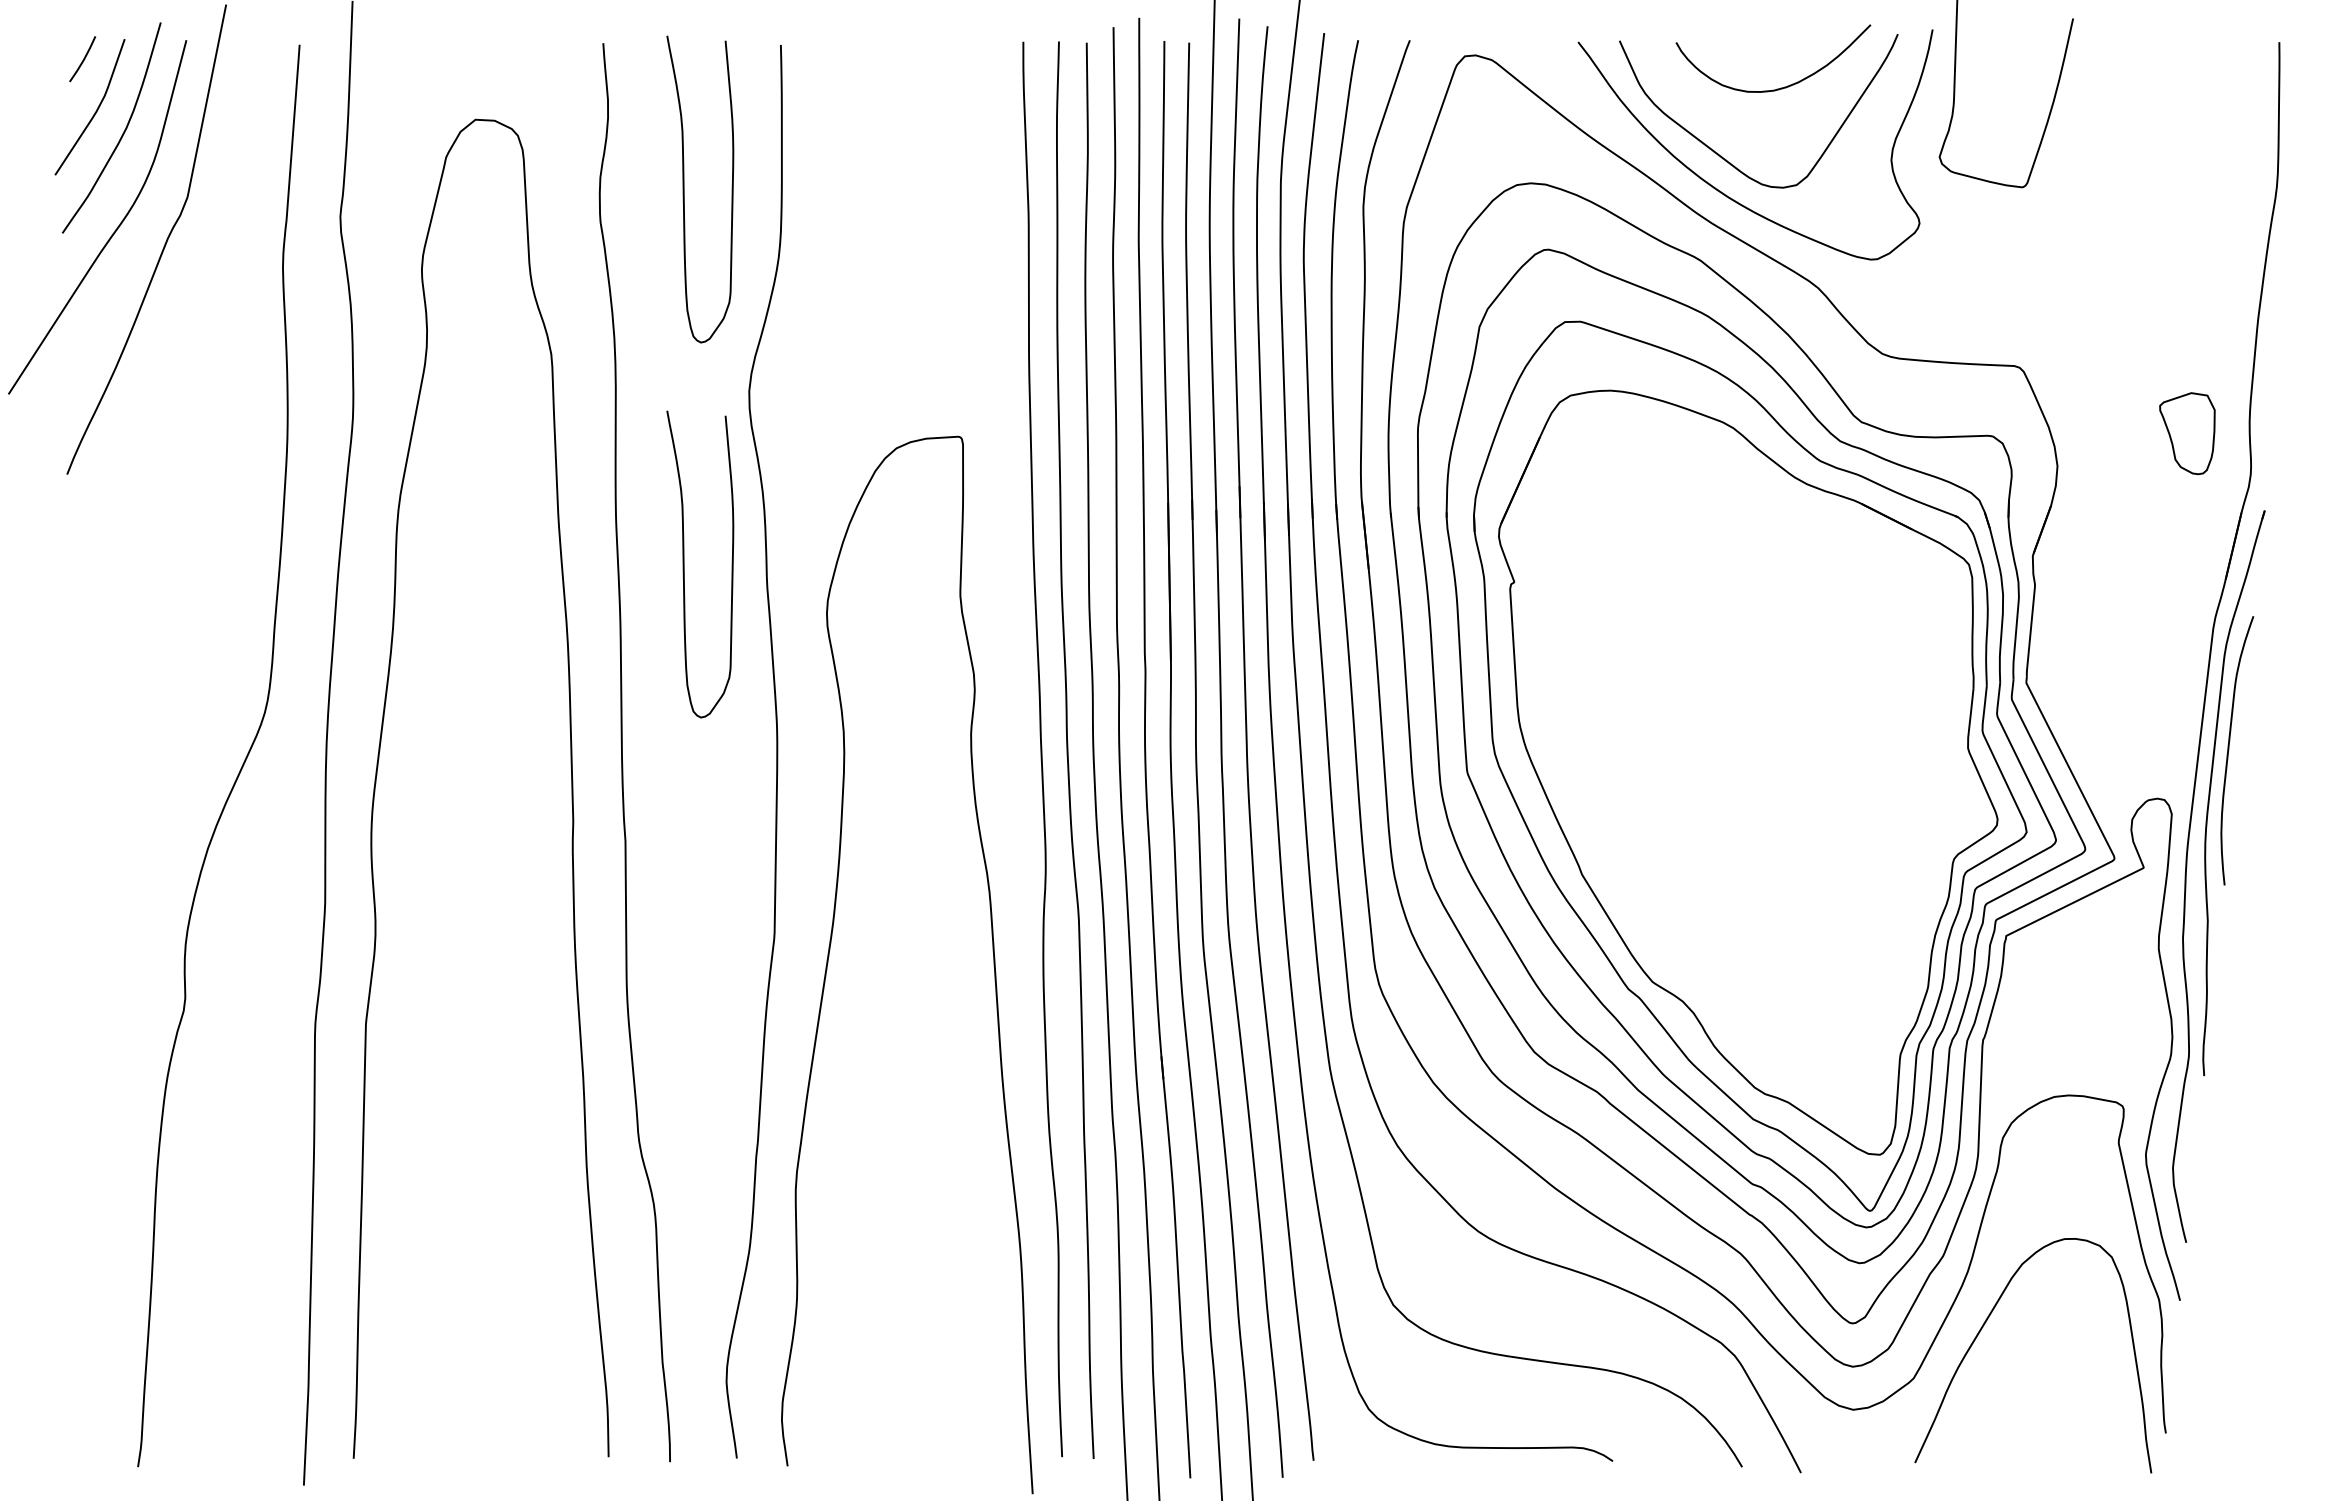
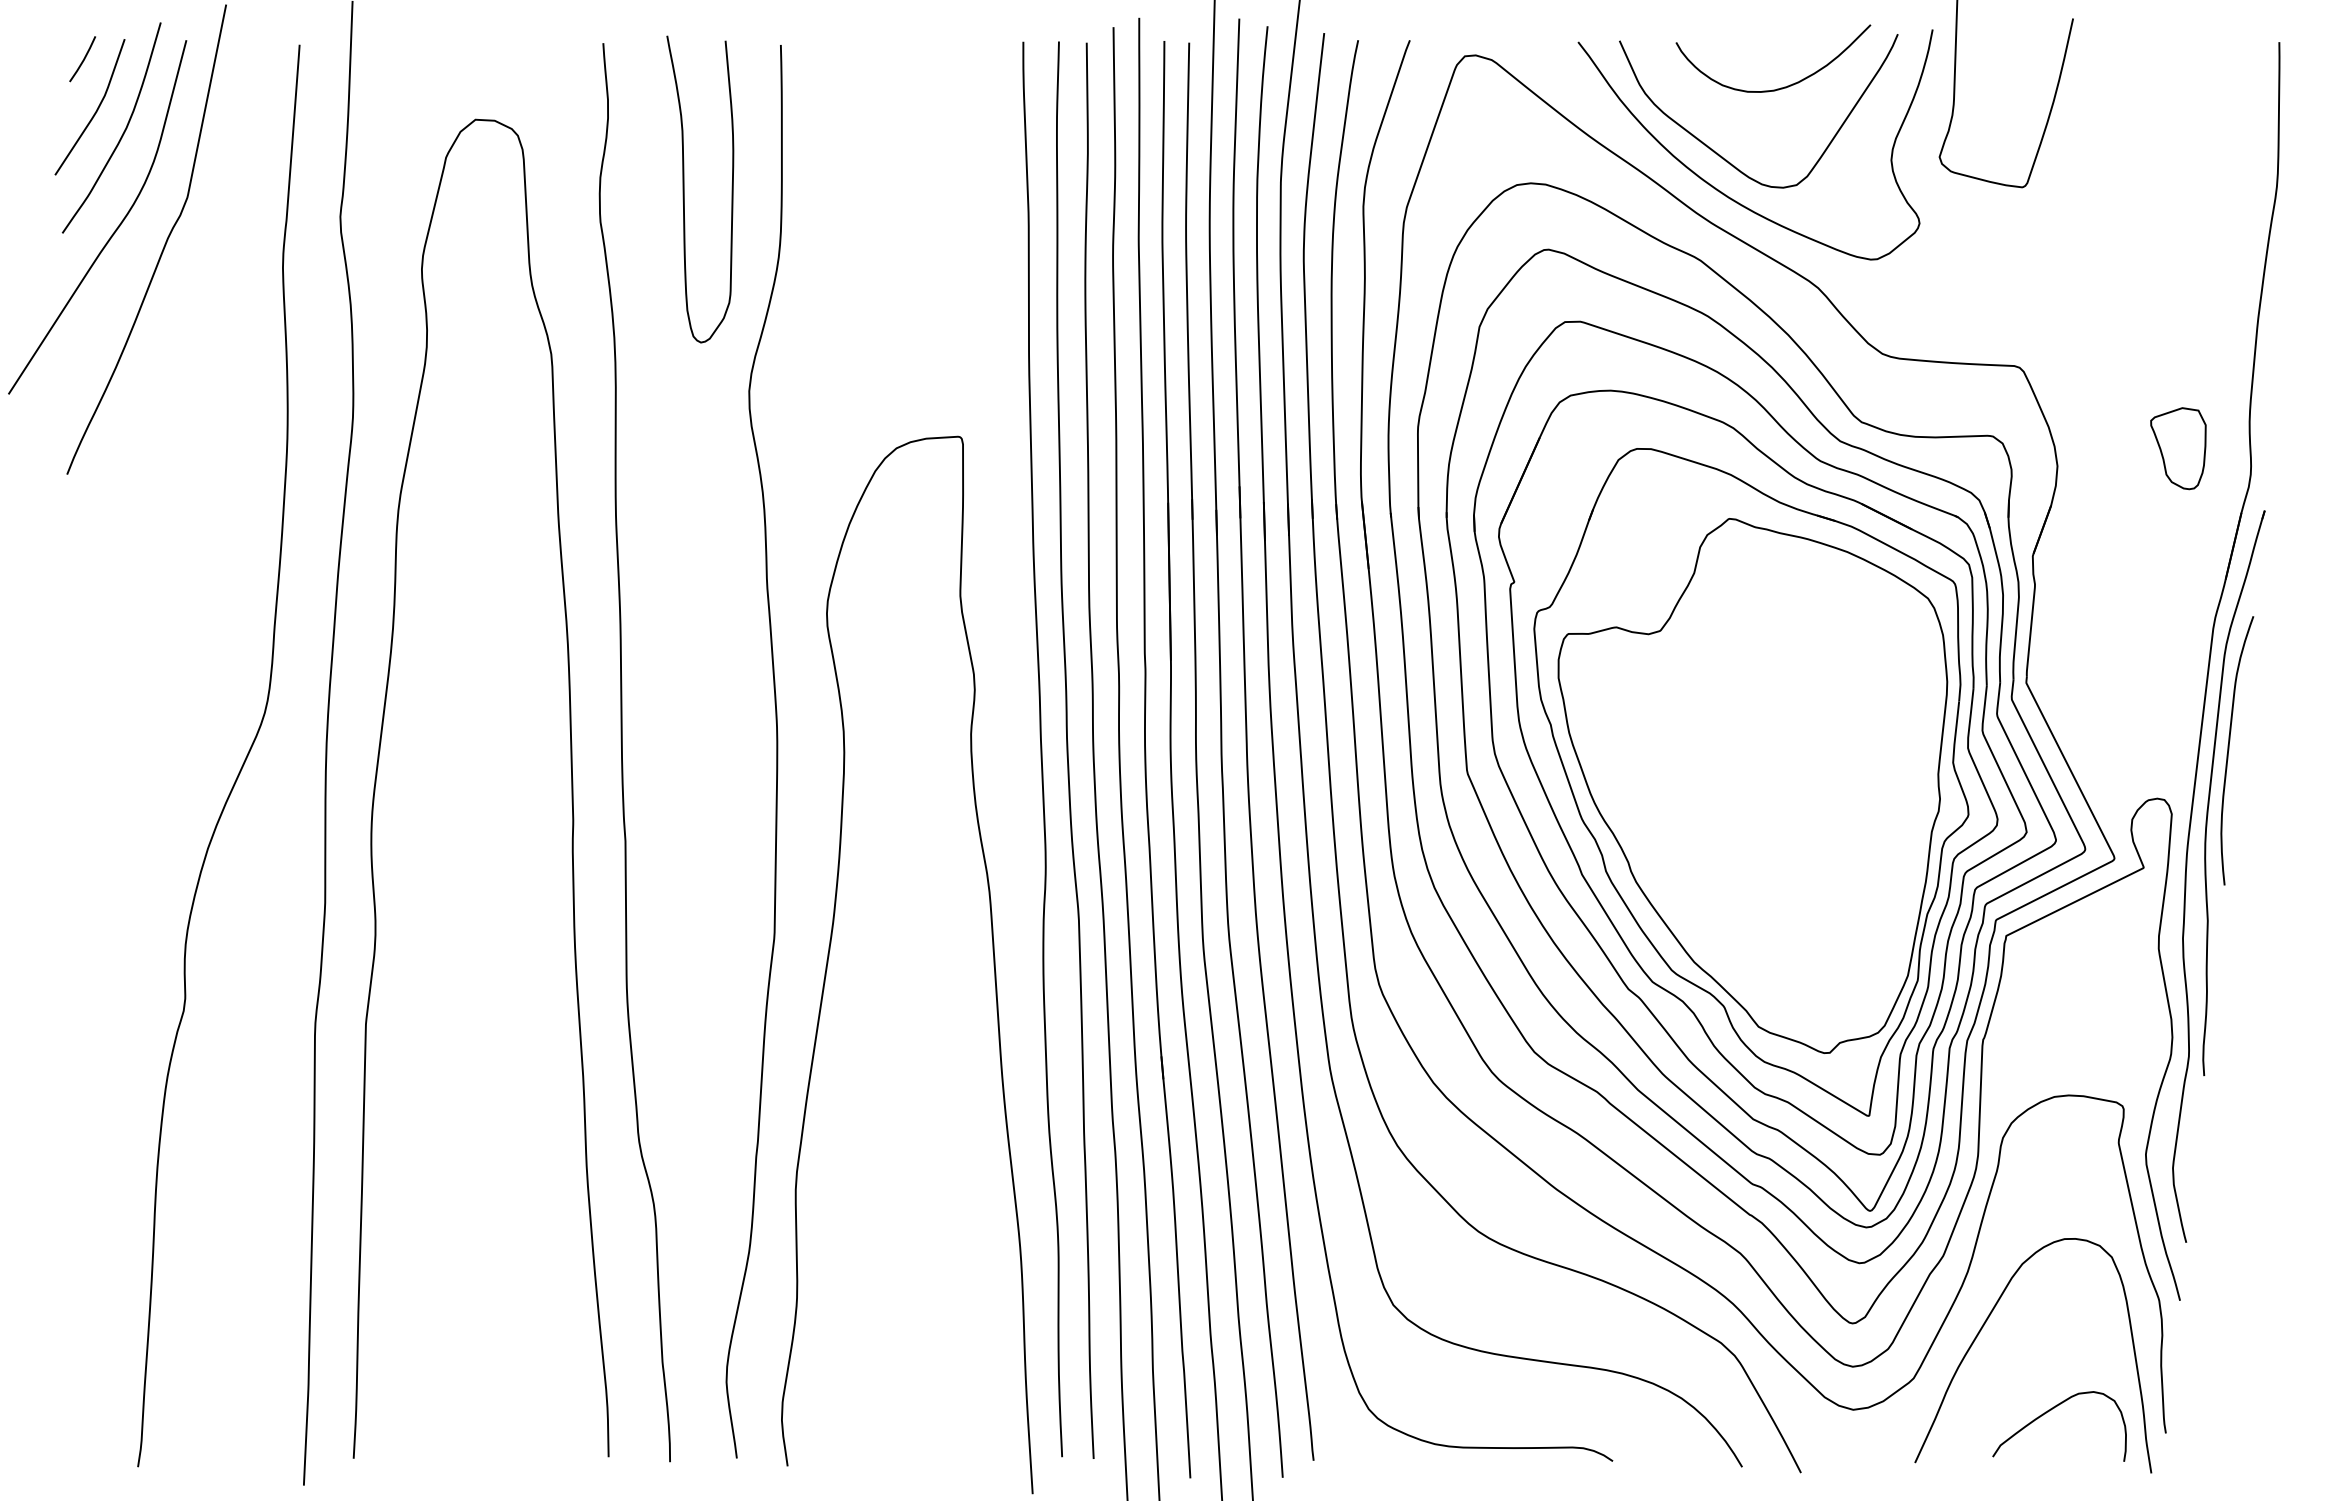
part at (2187, 433) position: (2187, 433) -> (2178, 448)
curve at (684, 564): present -> none
part at (1751, 782): none -> present
curve at (2048, 1412): none -> present
